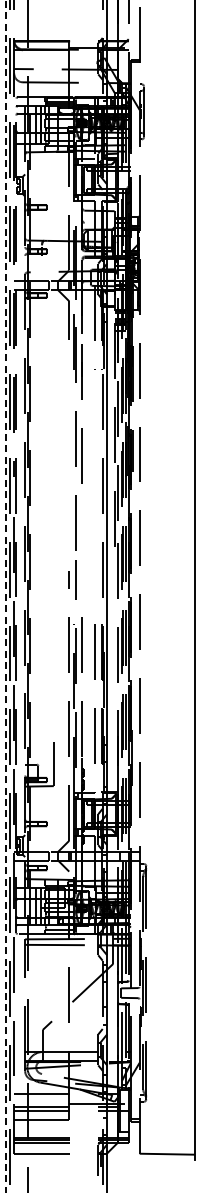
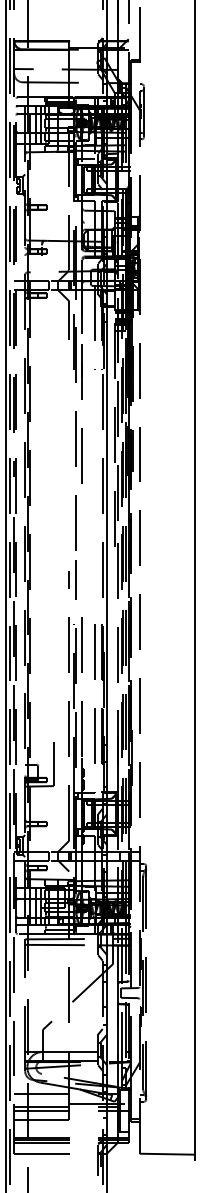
line at (5, 596): dashed -> solid
